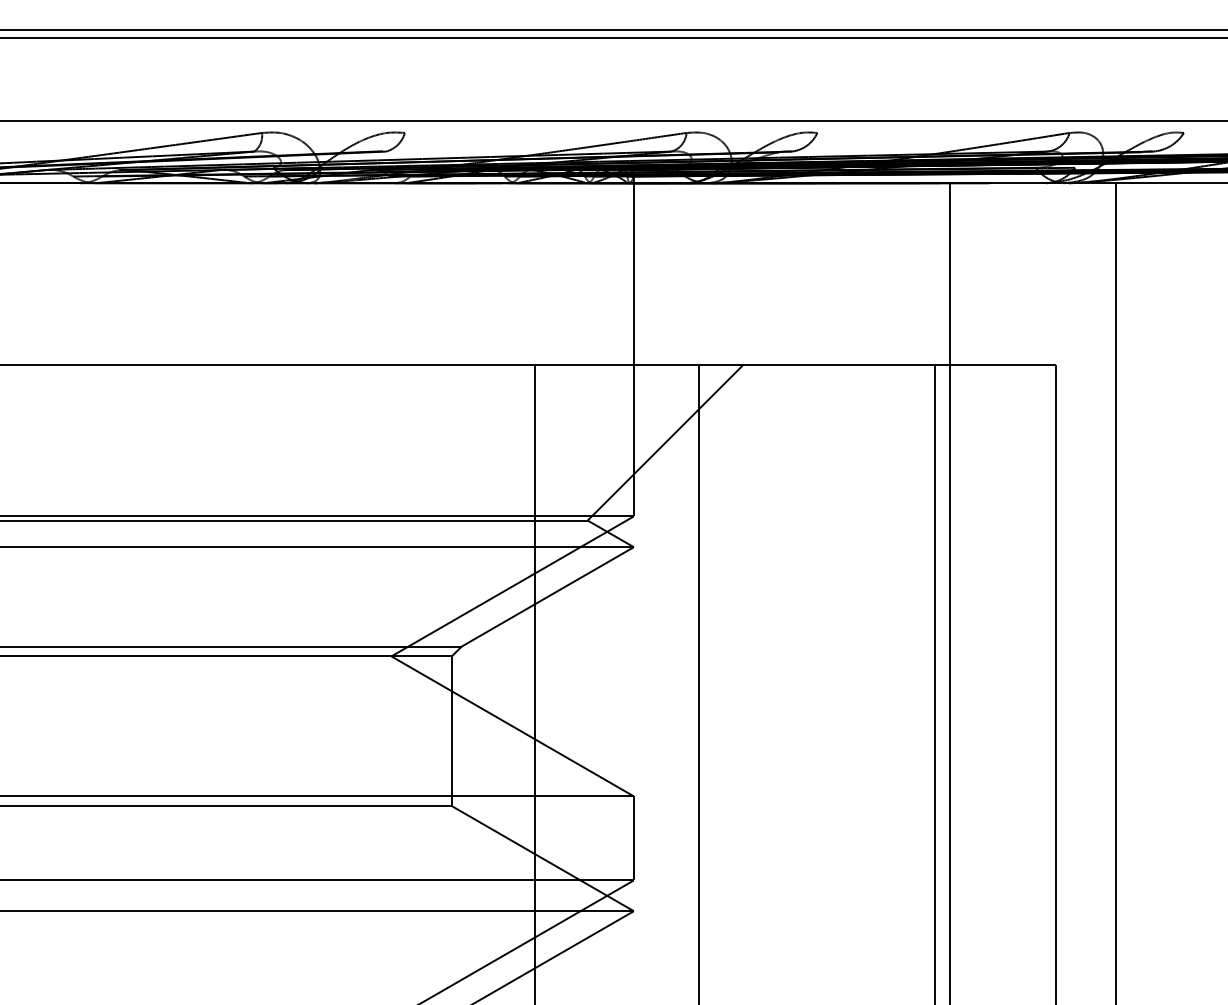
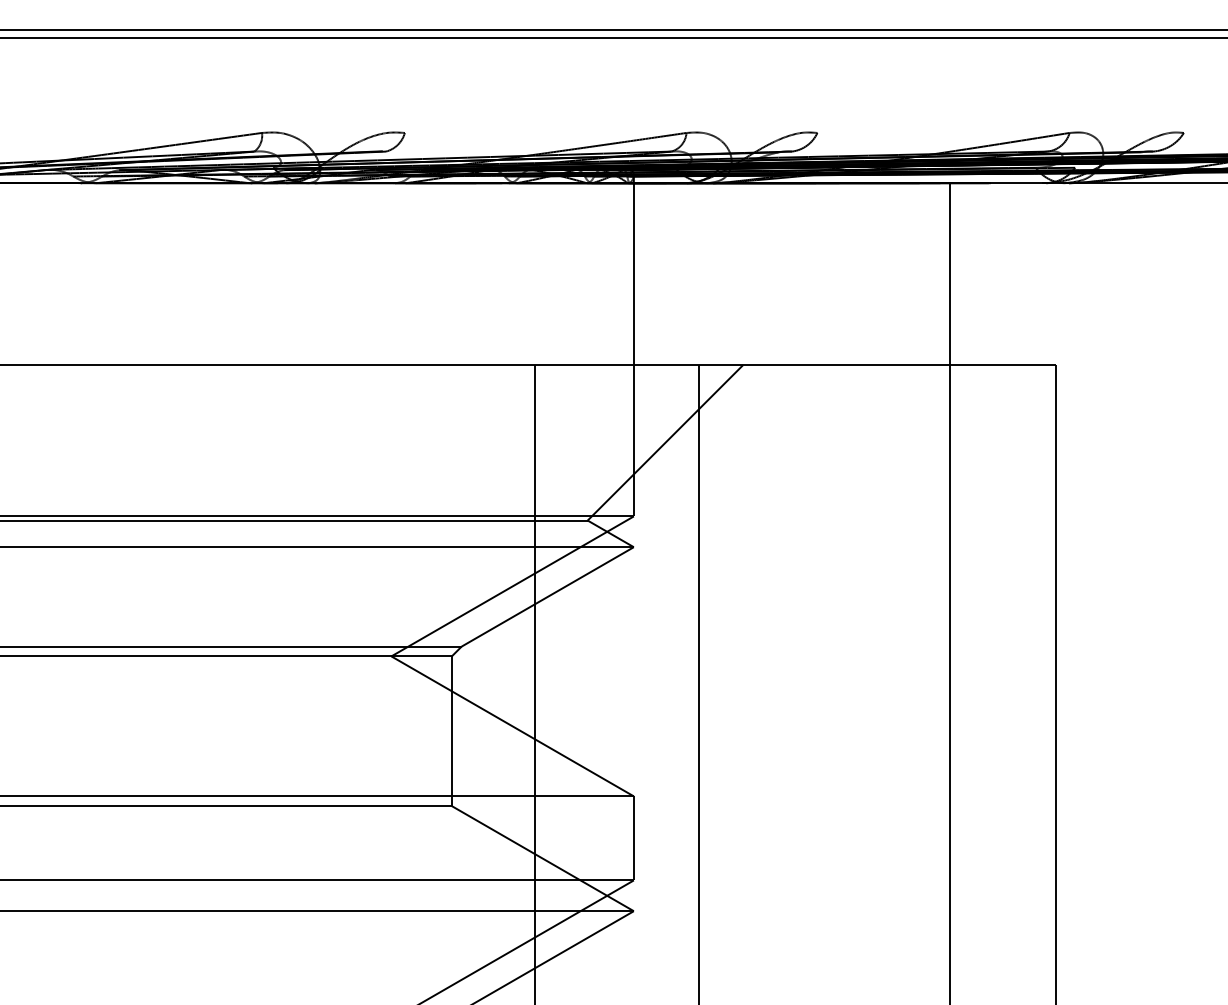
line at (613, 120): present -> none
line at (1115, 592): present -> none
line at (934, 683): present -> none
